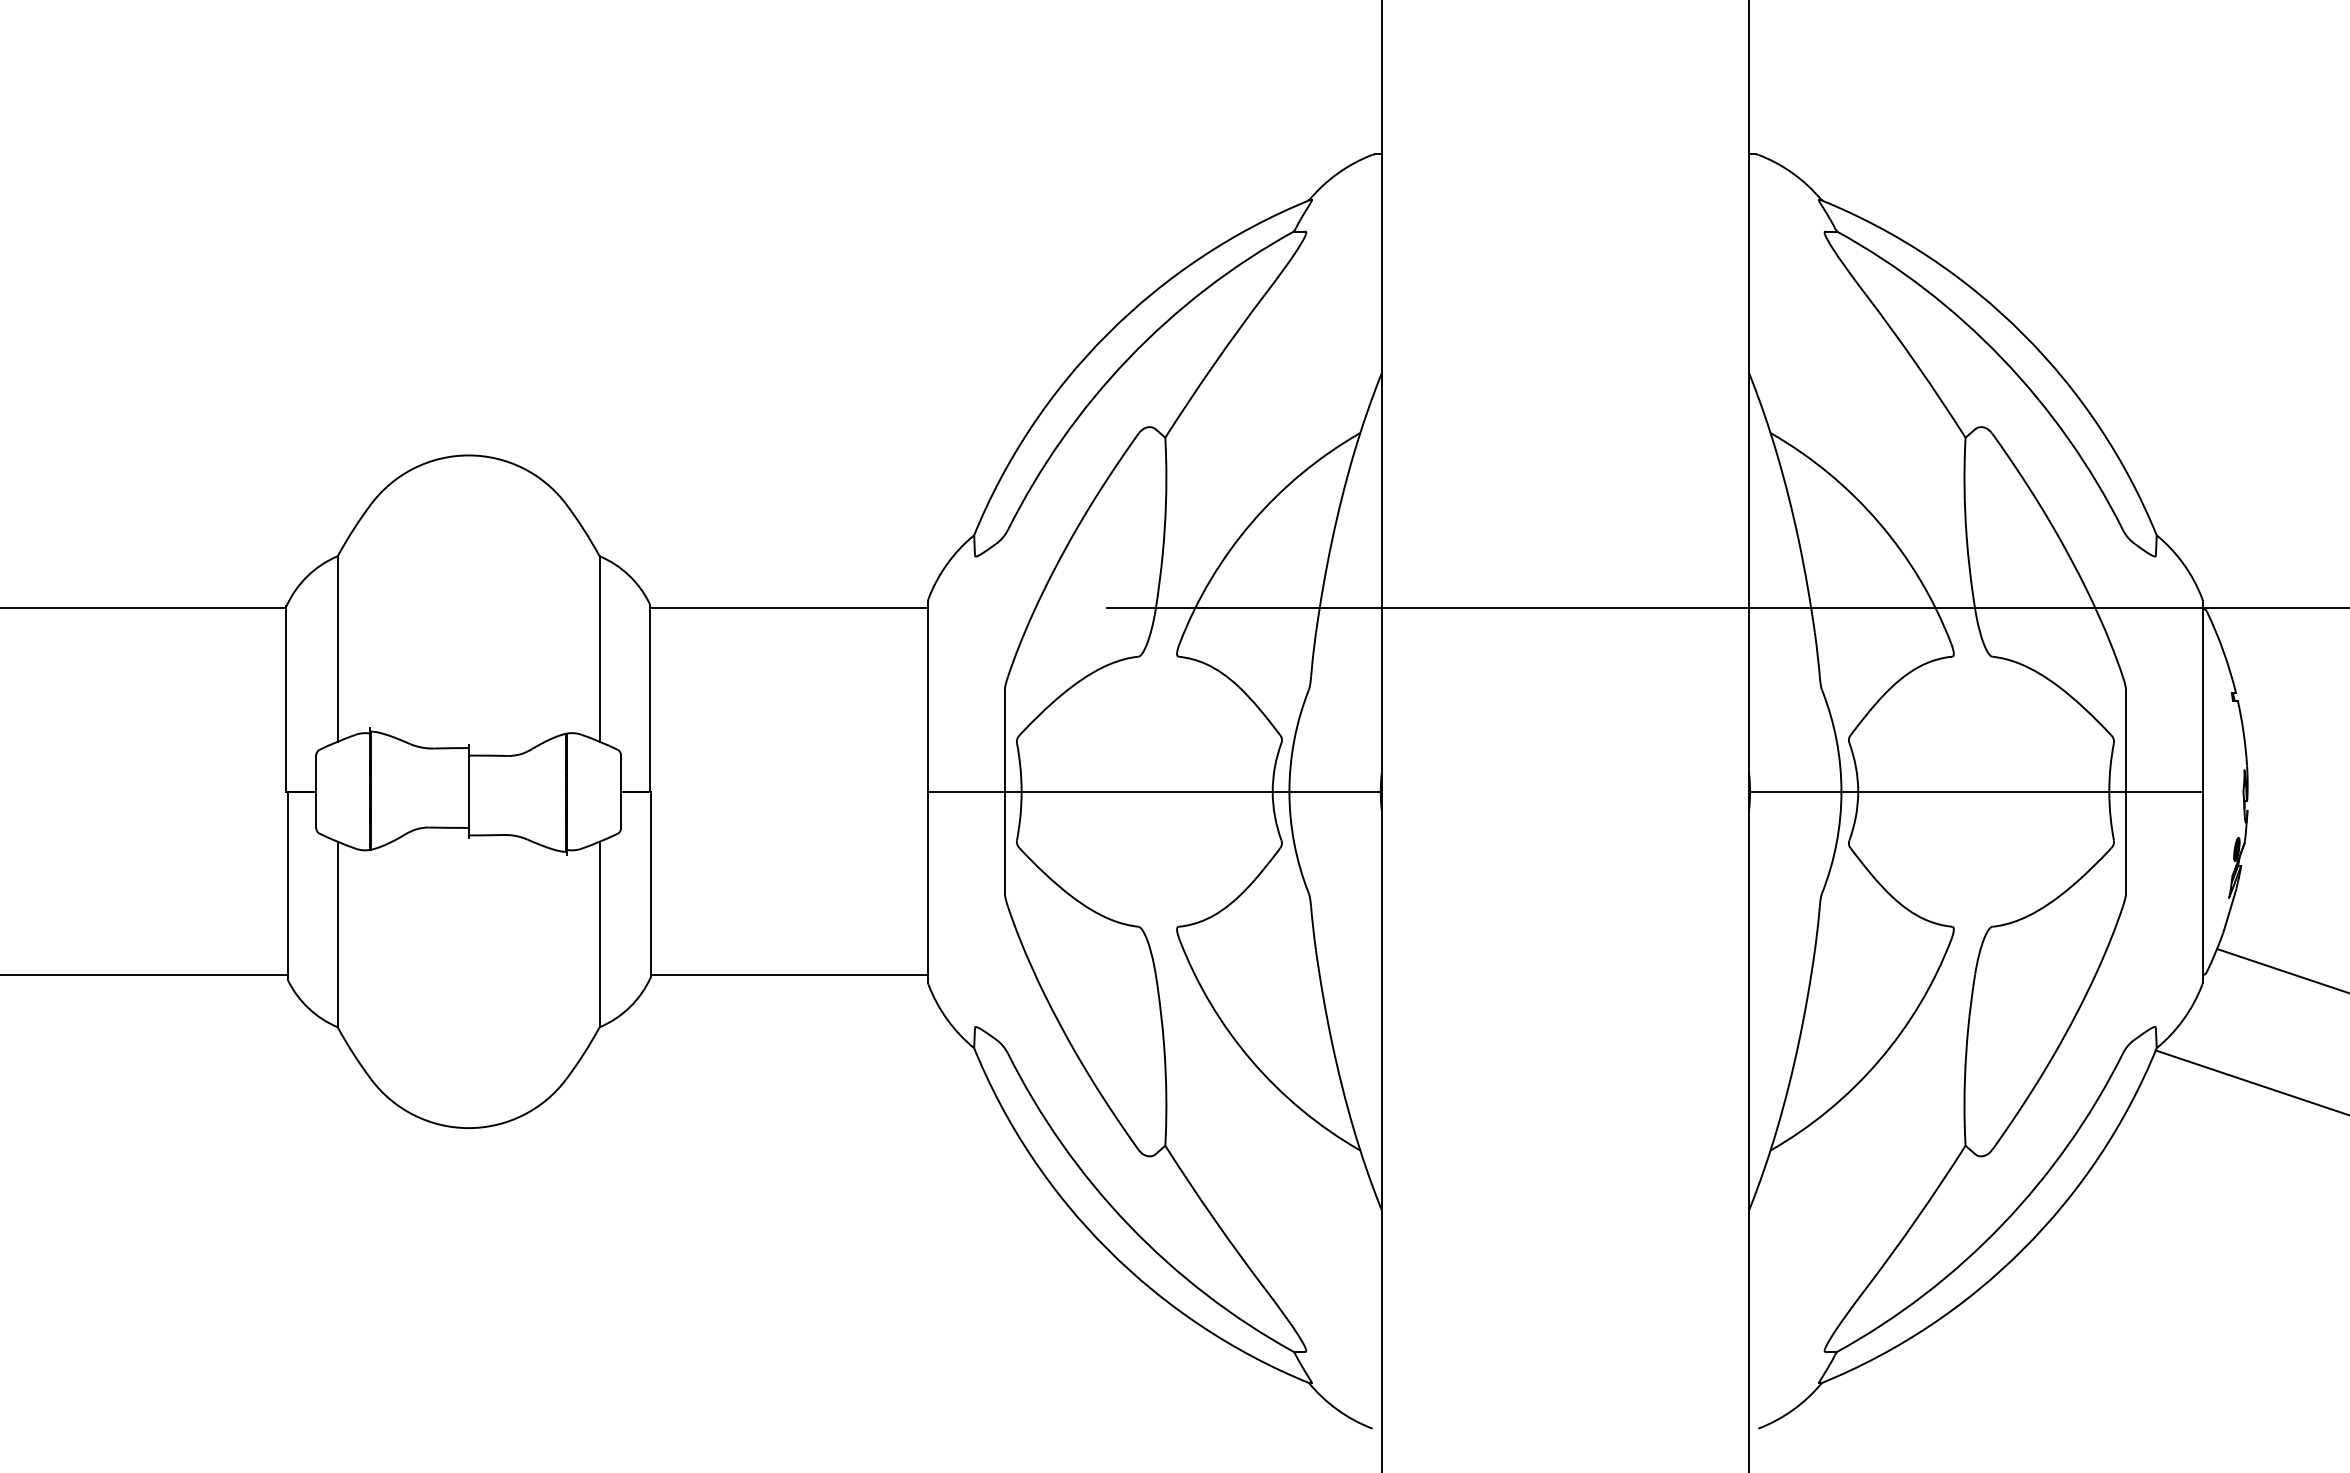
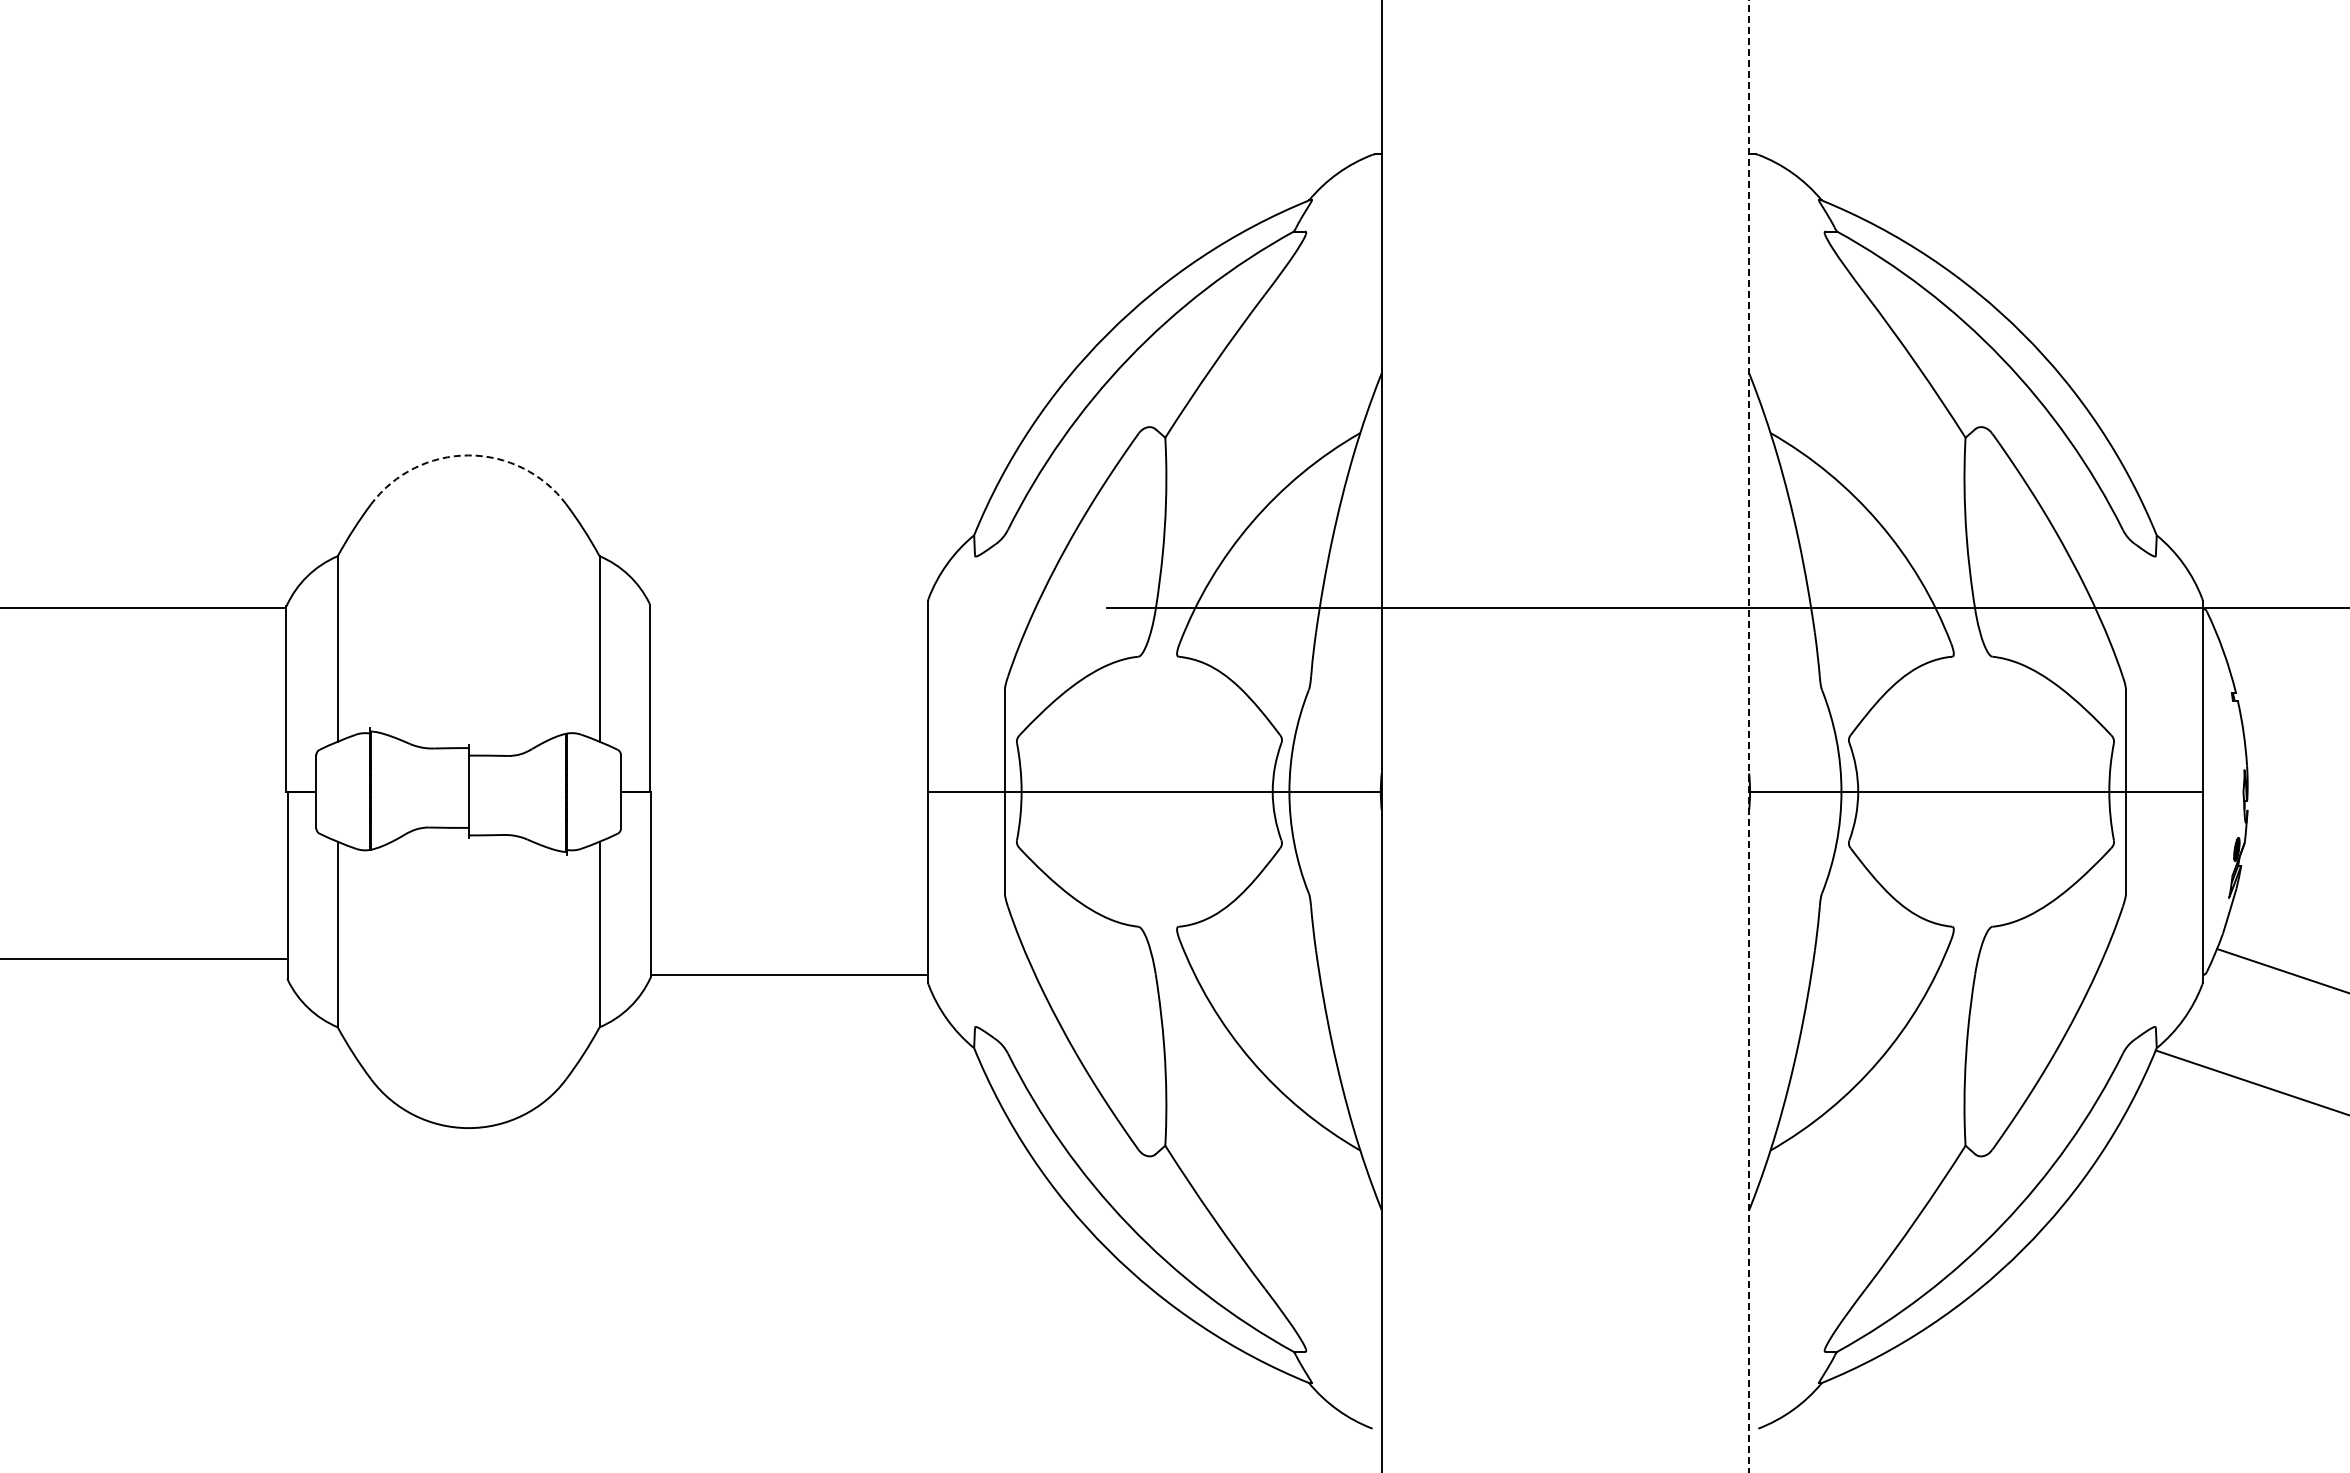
arc at (468, 455): solid -> dashed
line at (788, 608): present -> none
line at (1749, 736): solid -> dashed
line at (144, 975) position: (144, 975) -> (144, 959)
